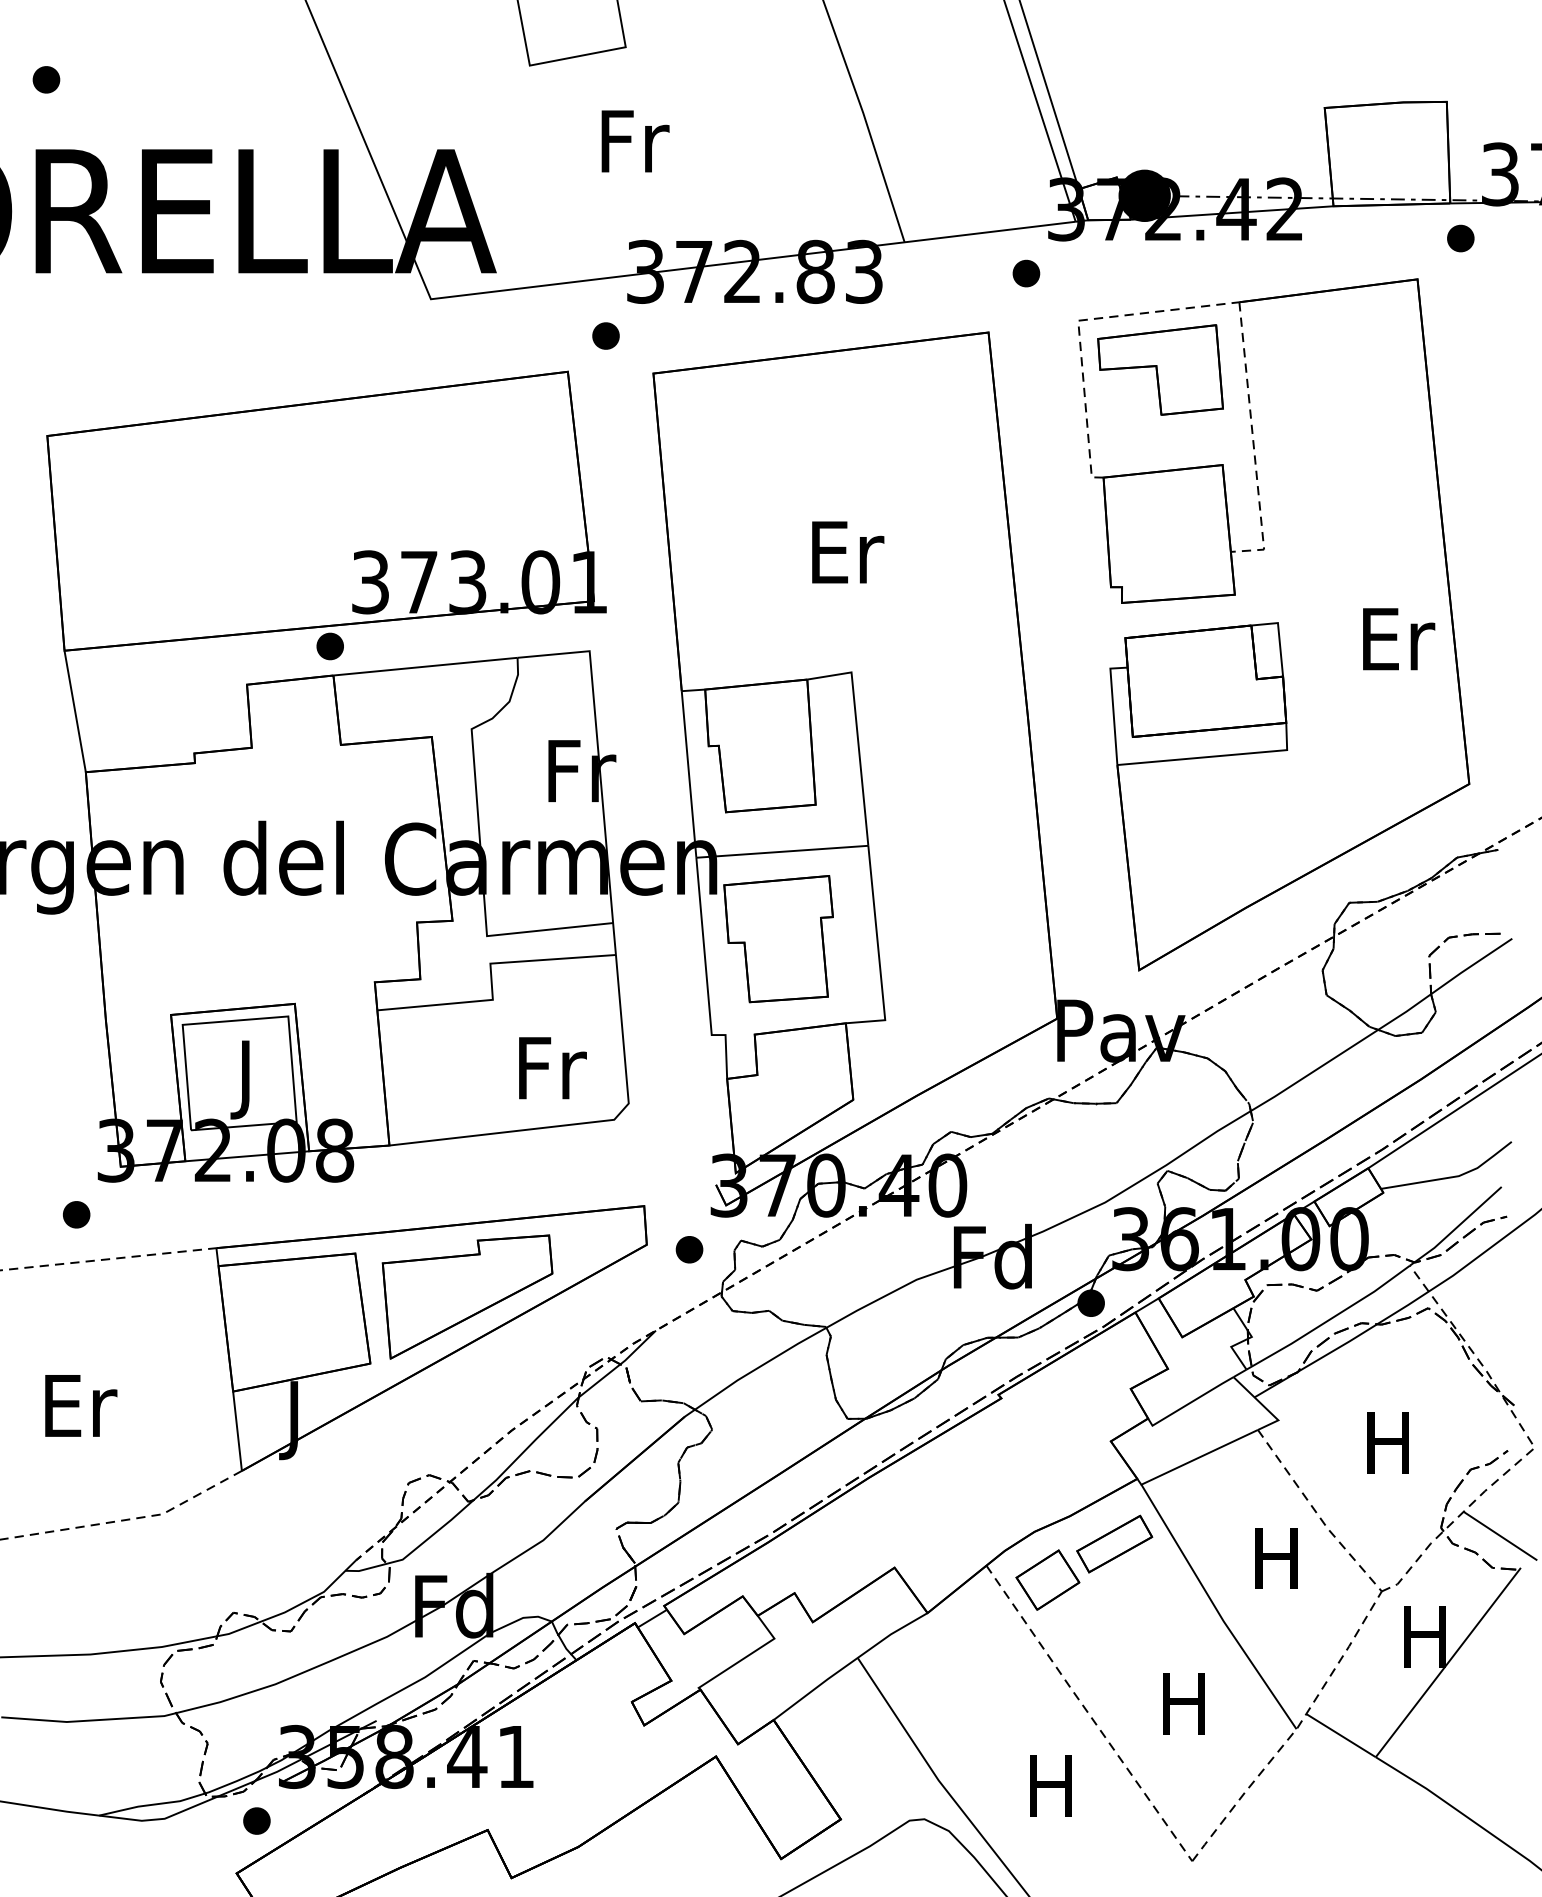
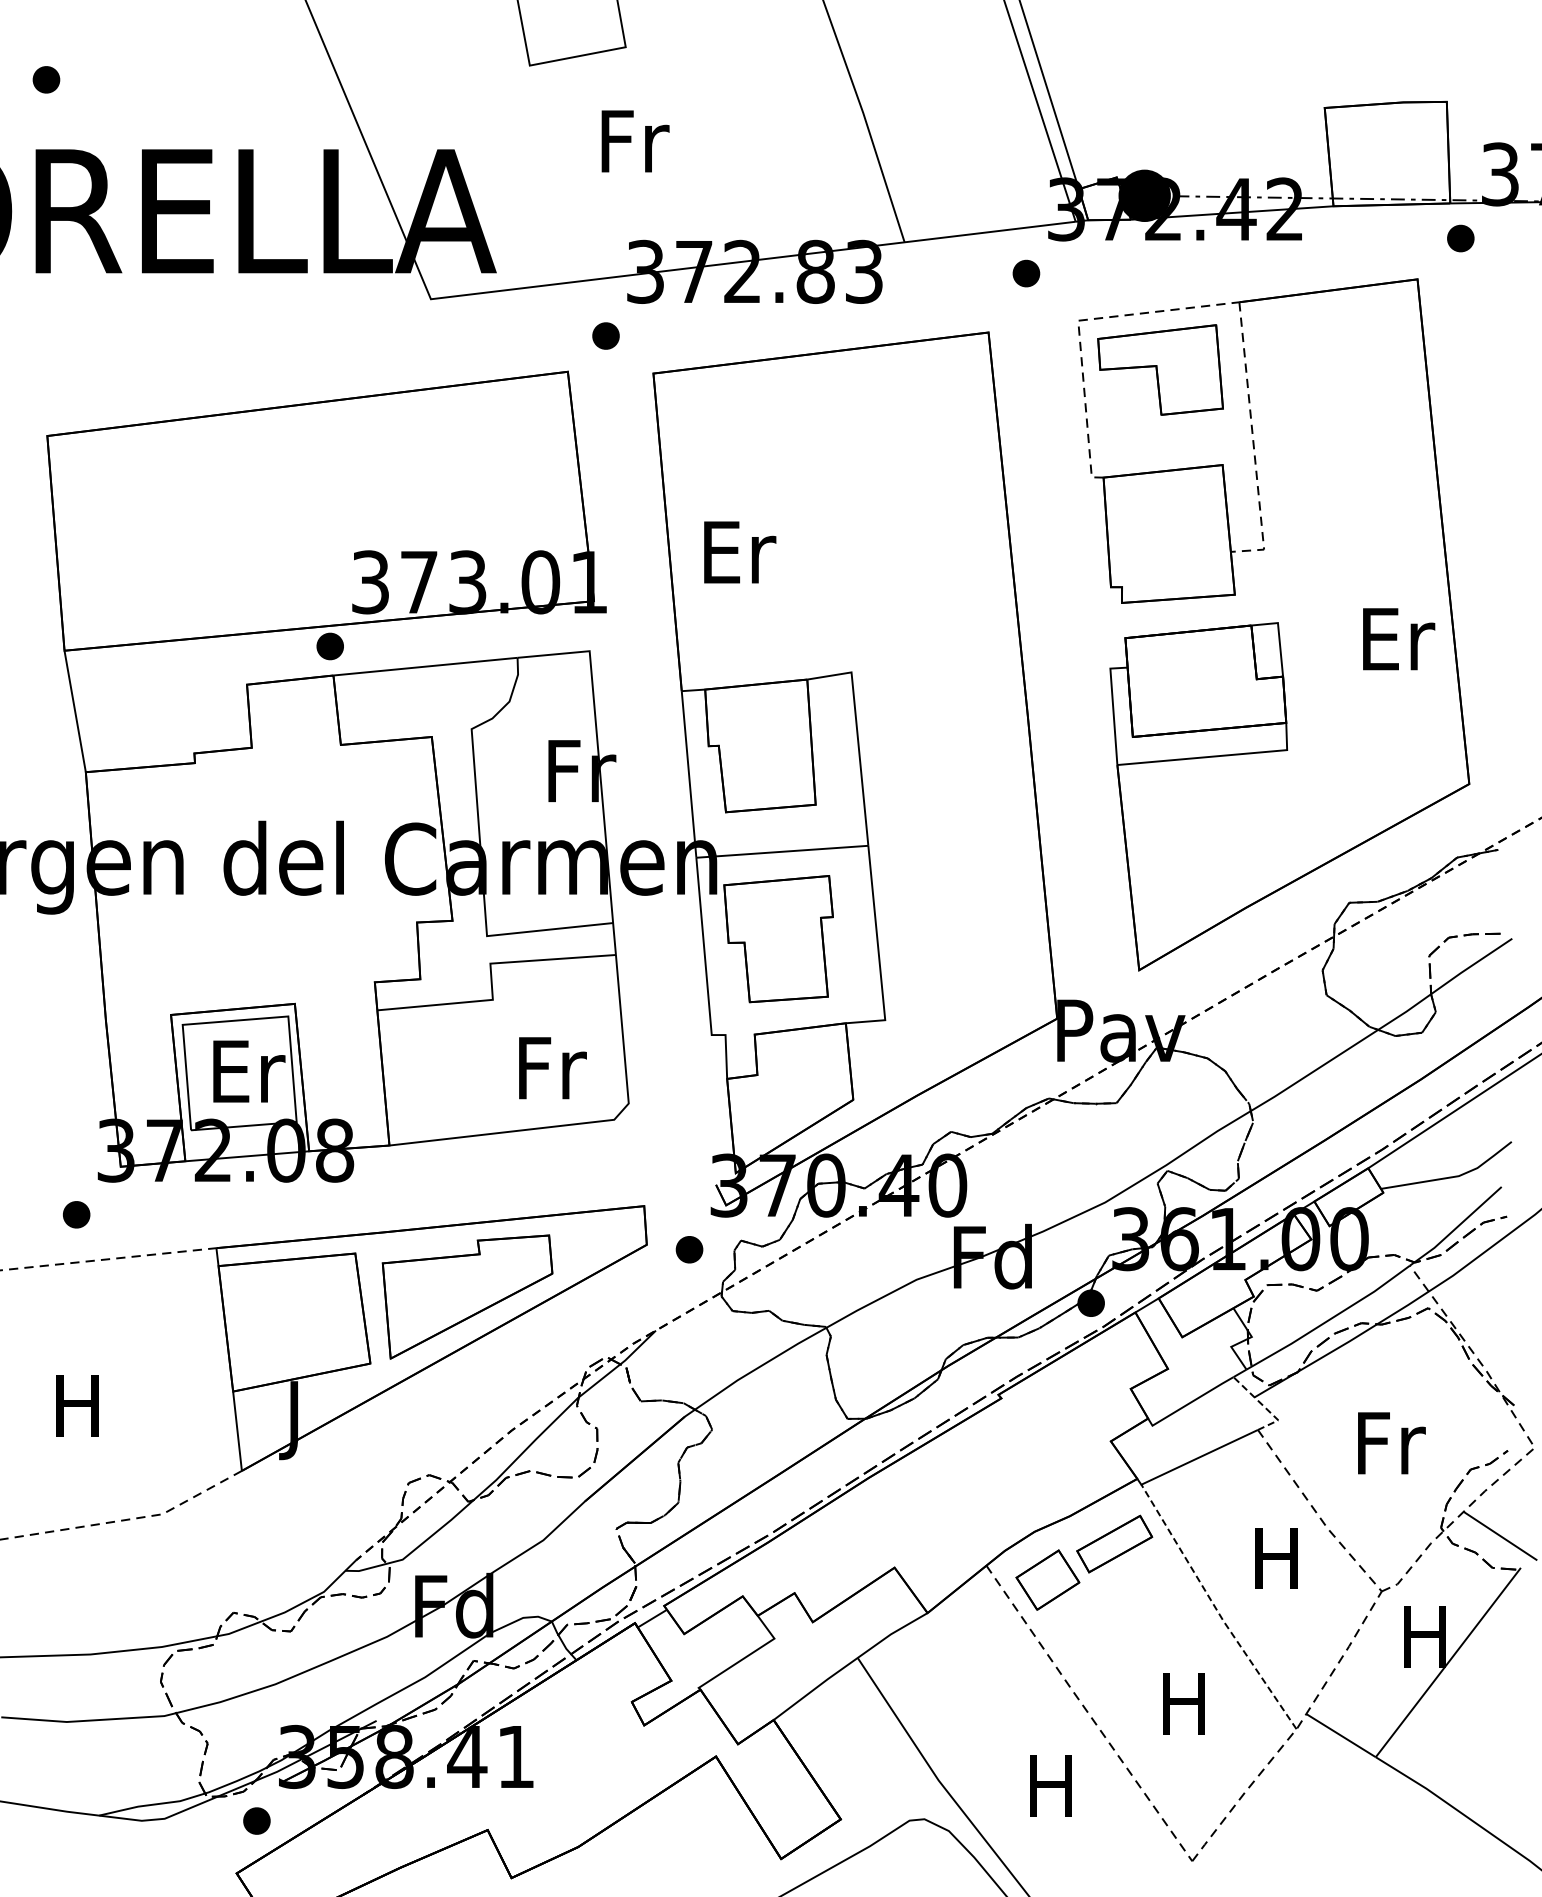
text at (848, 552) position: (848, 552) -> (740, 552)
text at (249, 1079): J -> Er
text at (81, 1405): Er -> H
line at (1264, 1406): solid -> dashed
text at (1391, 1443): H -> Fr
line at (1216, 1609): solid -> dashed
